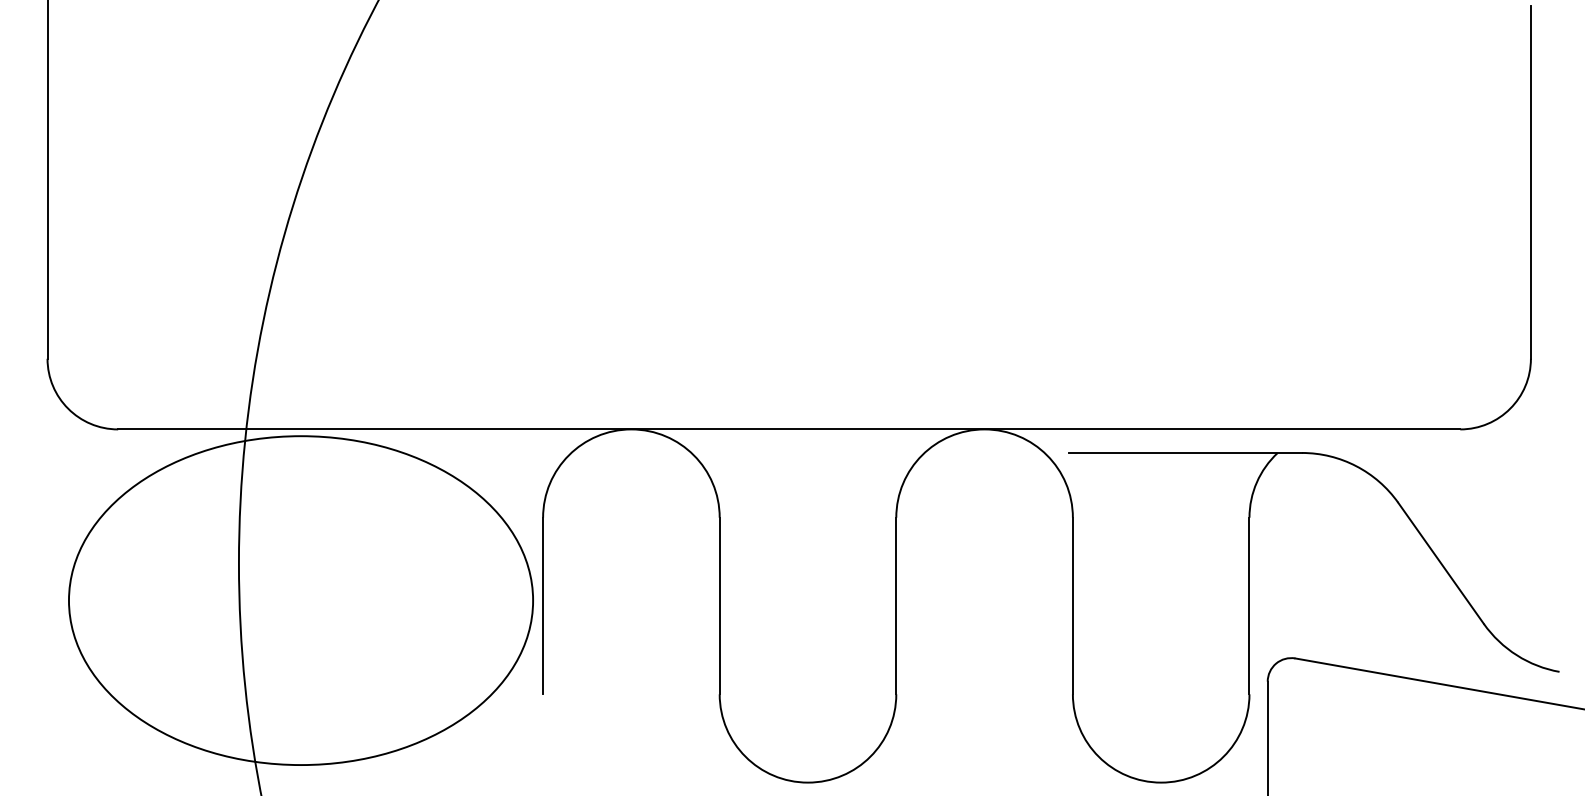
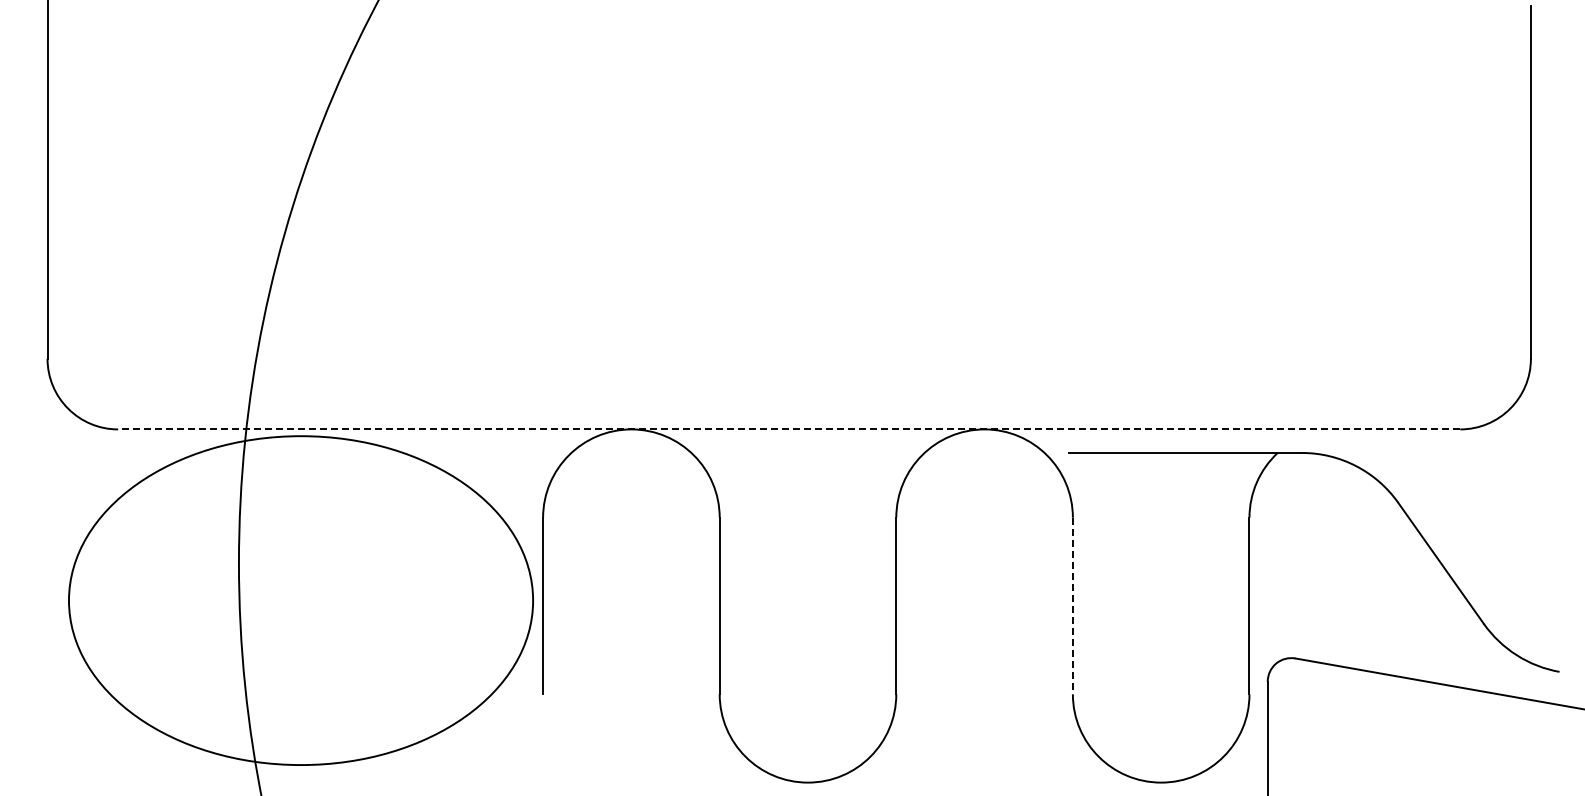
line at (788, 429): solid -> dashed
line at (1072, 606): solid -> dashed
